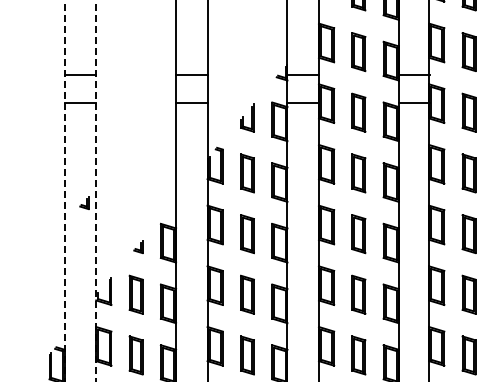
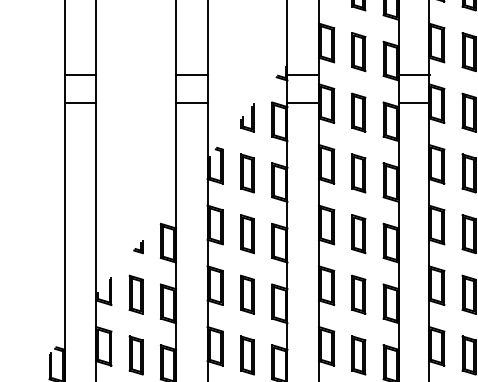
line at (64, 190): dashed -> solid
line at (96, 190): dashed -> solid
part at (84, 202): present -> none
